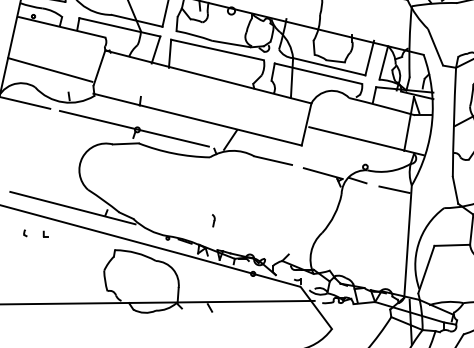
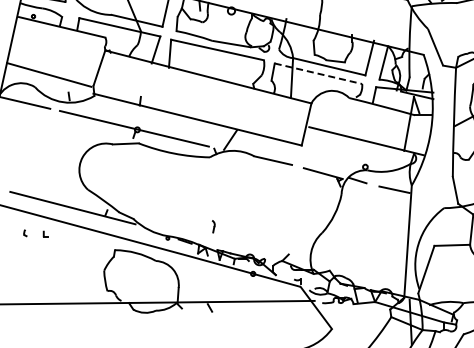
line at (50, 69) position: (50, 69) -> (49, 74)
line at (318, 73): solid -> dashed
part at (213, 220) position: (213, 220) -> (213, 226)
